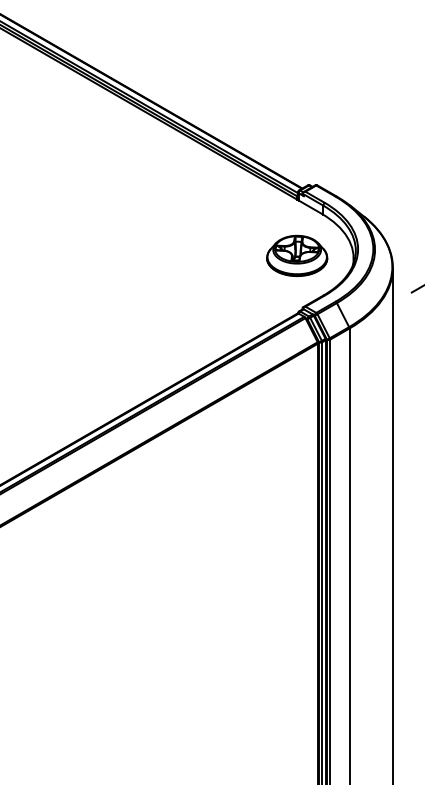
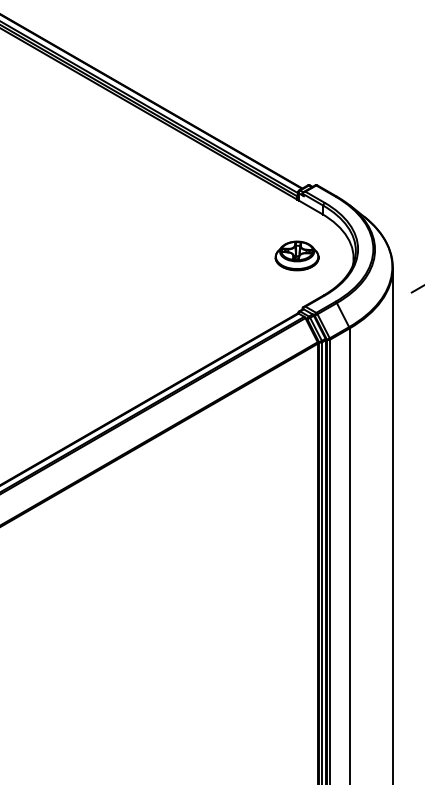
part at (297, 255) size: 63x43 px -> 46x32 px
